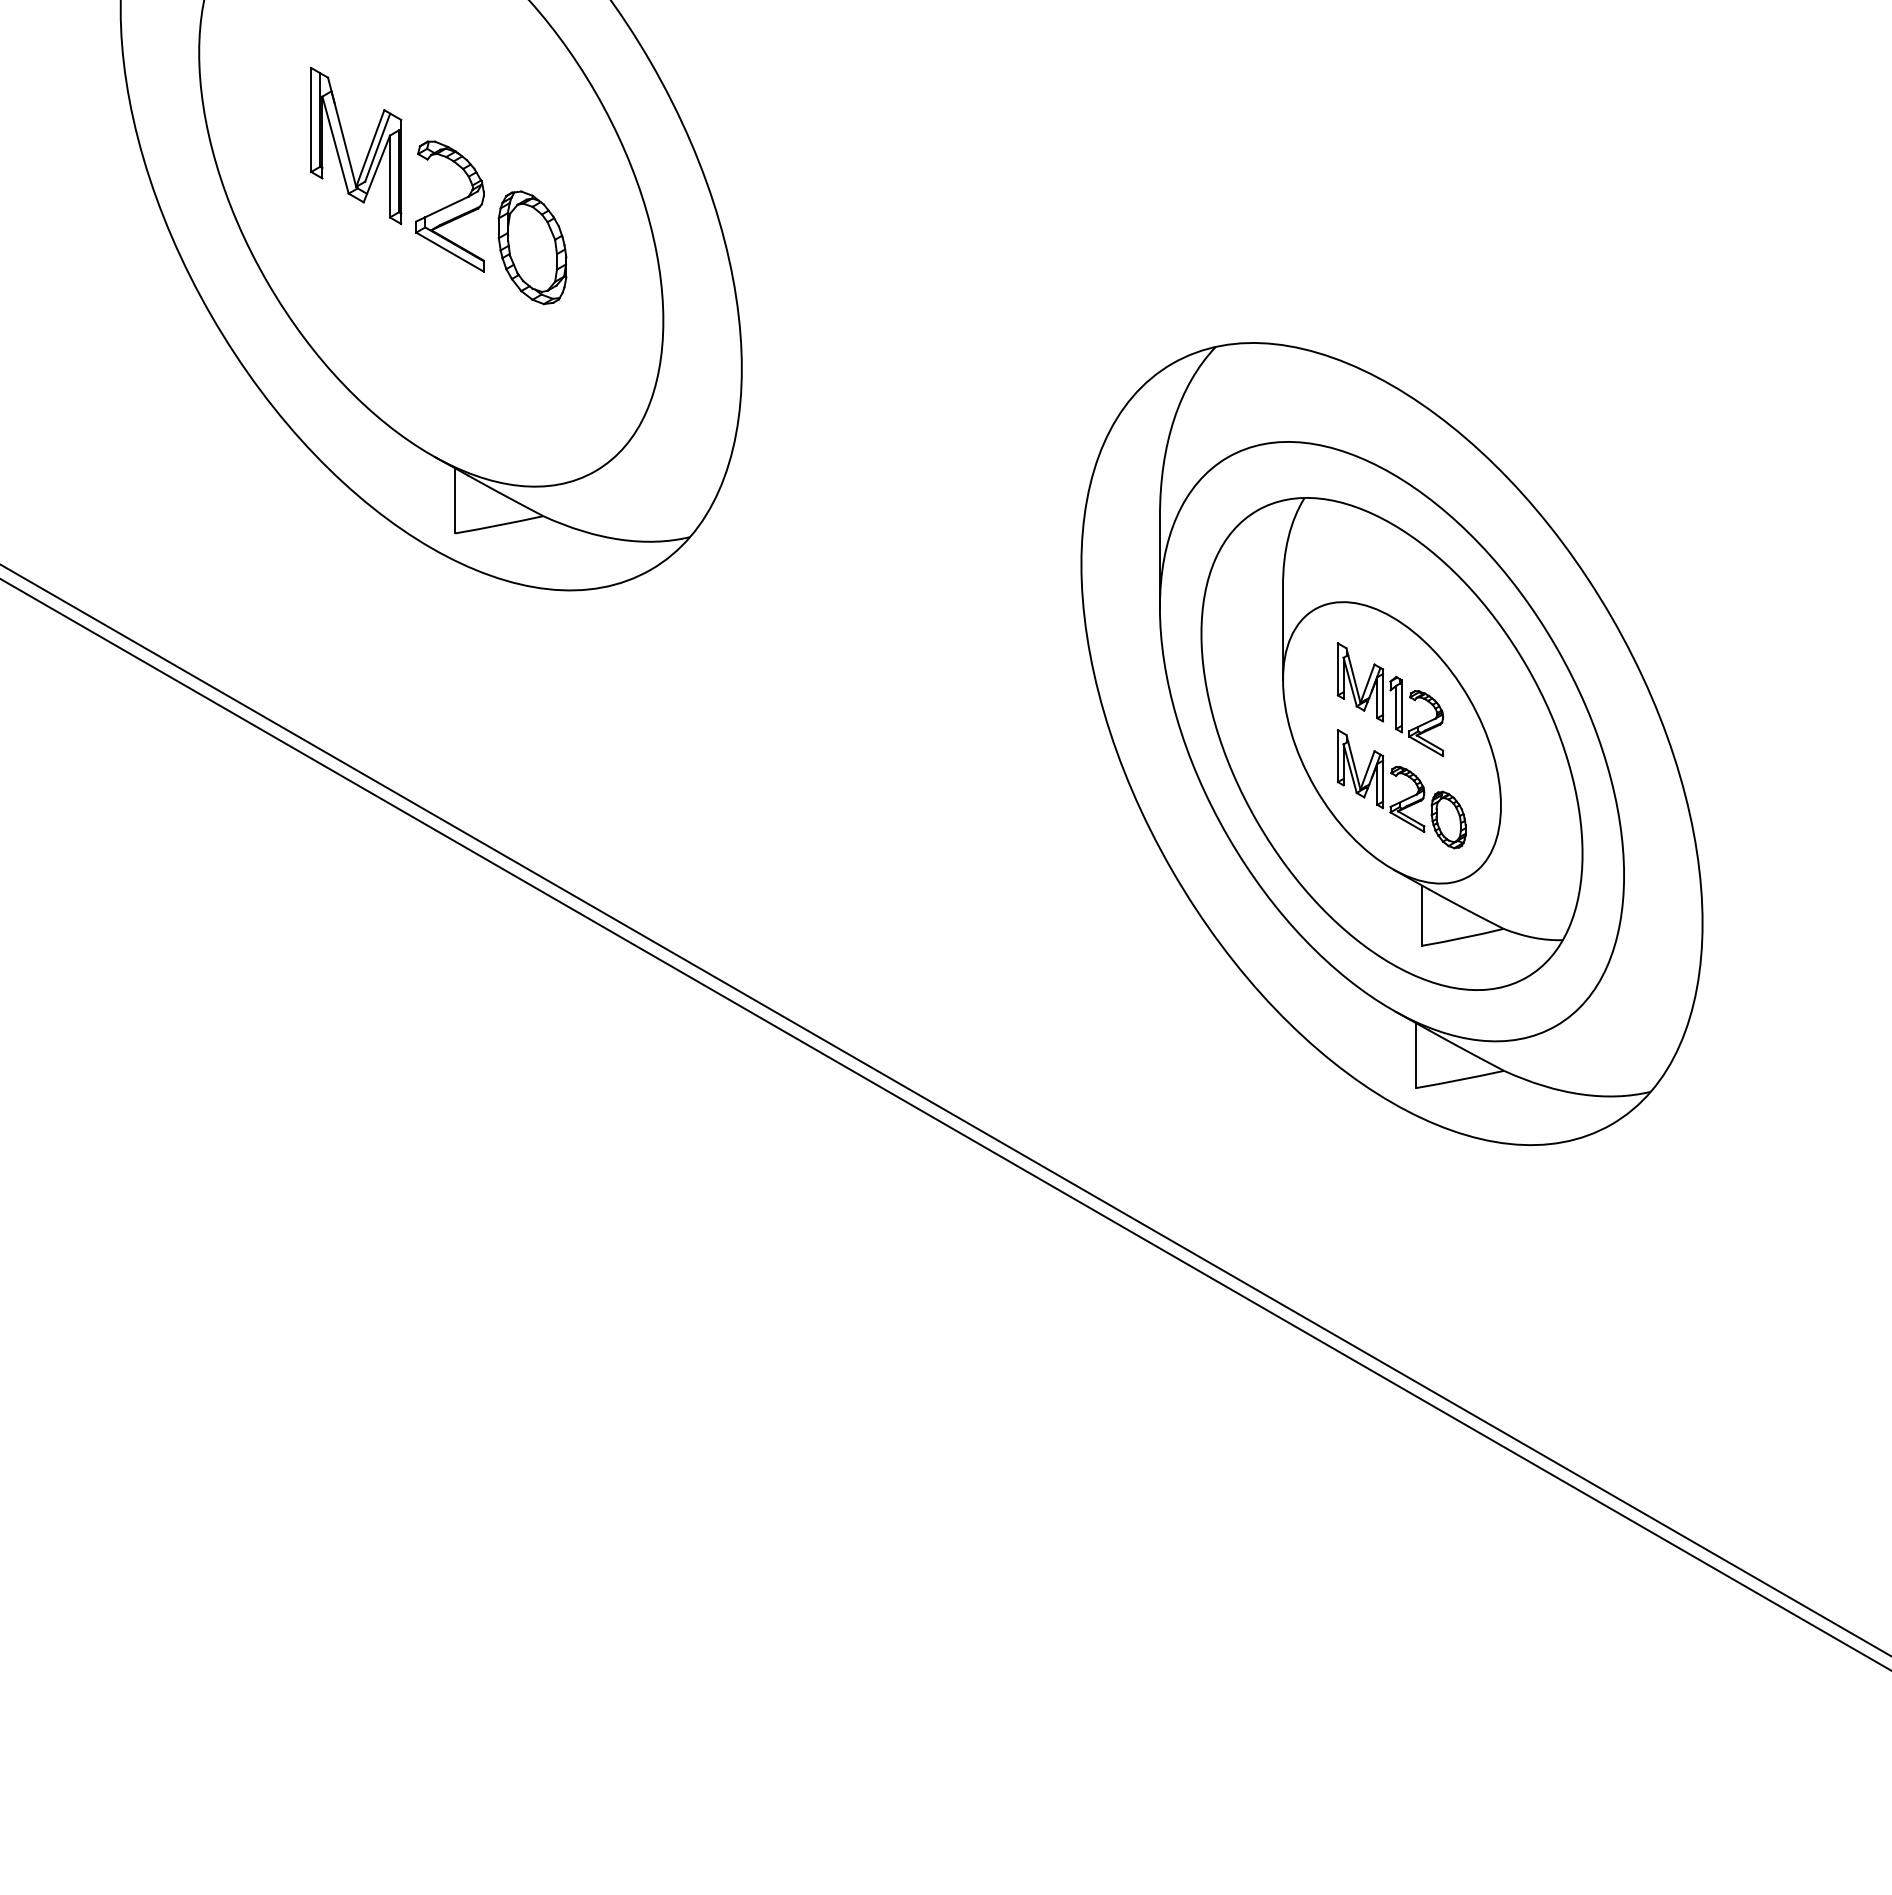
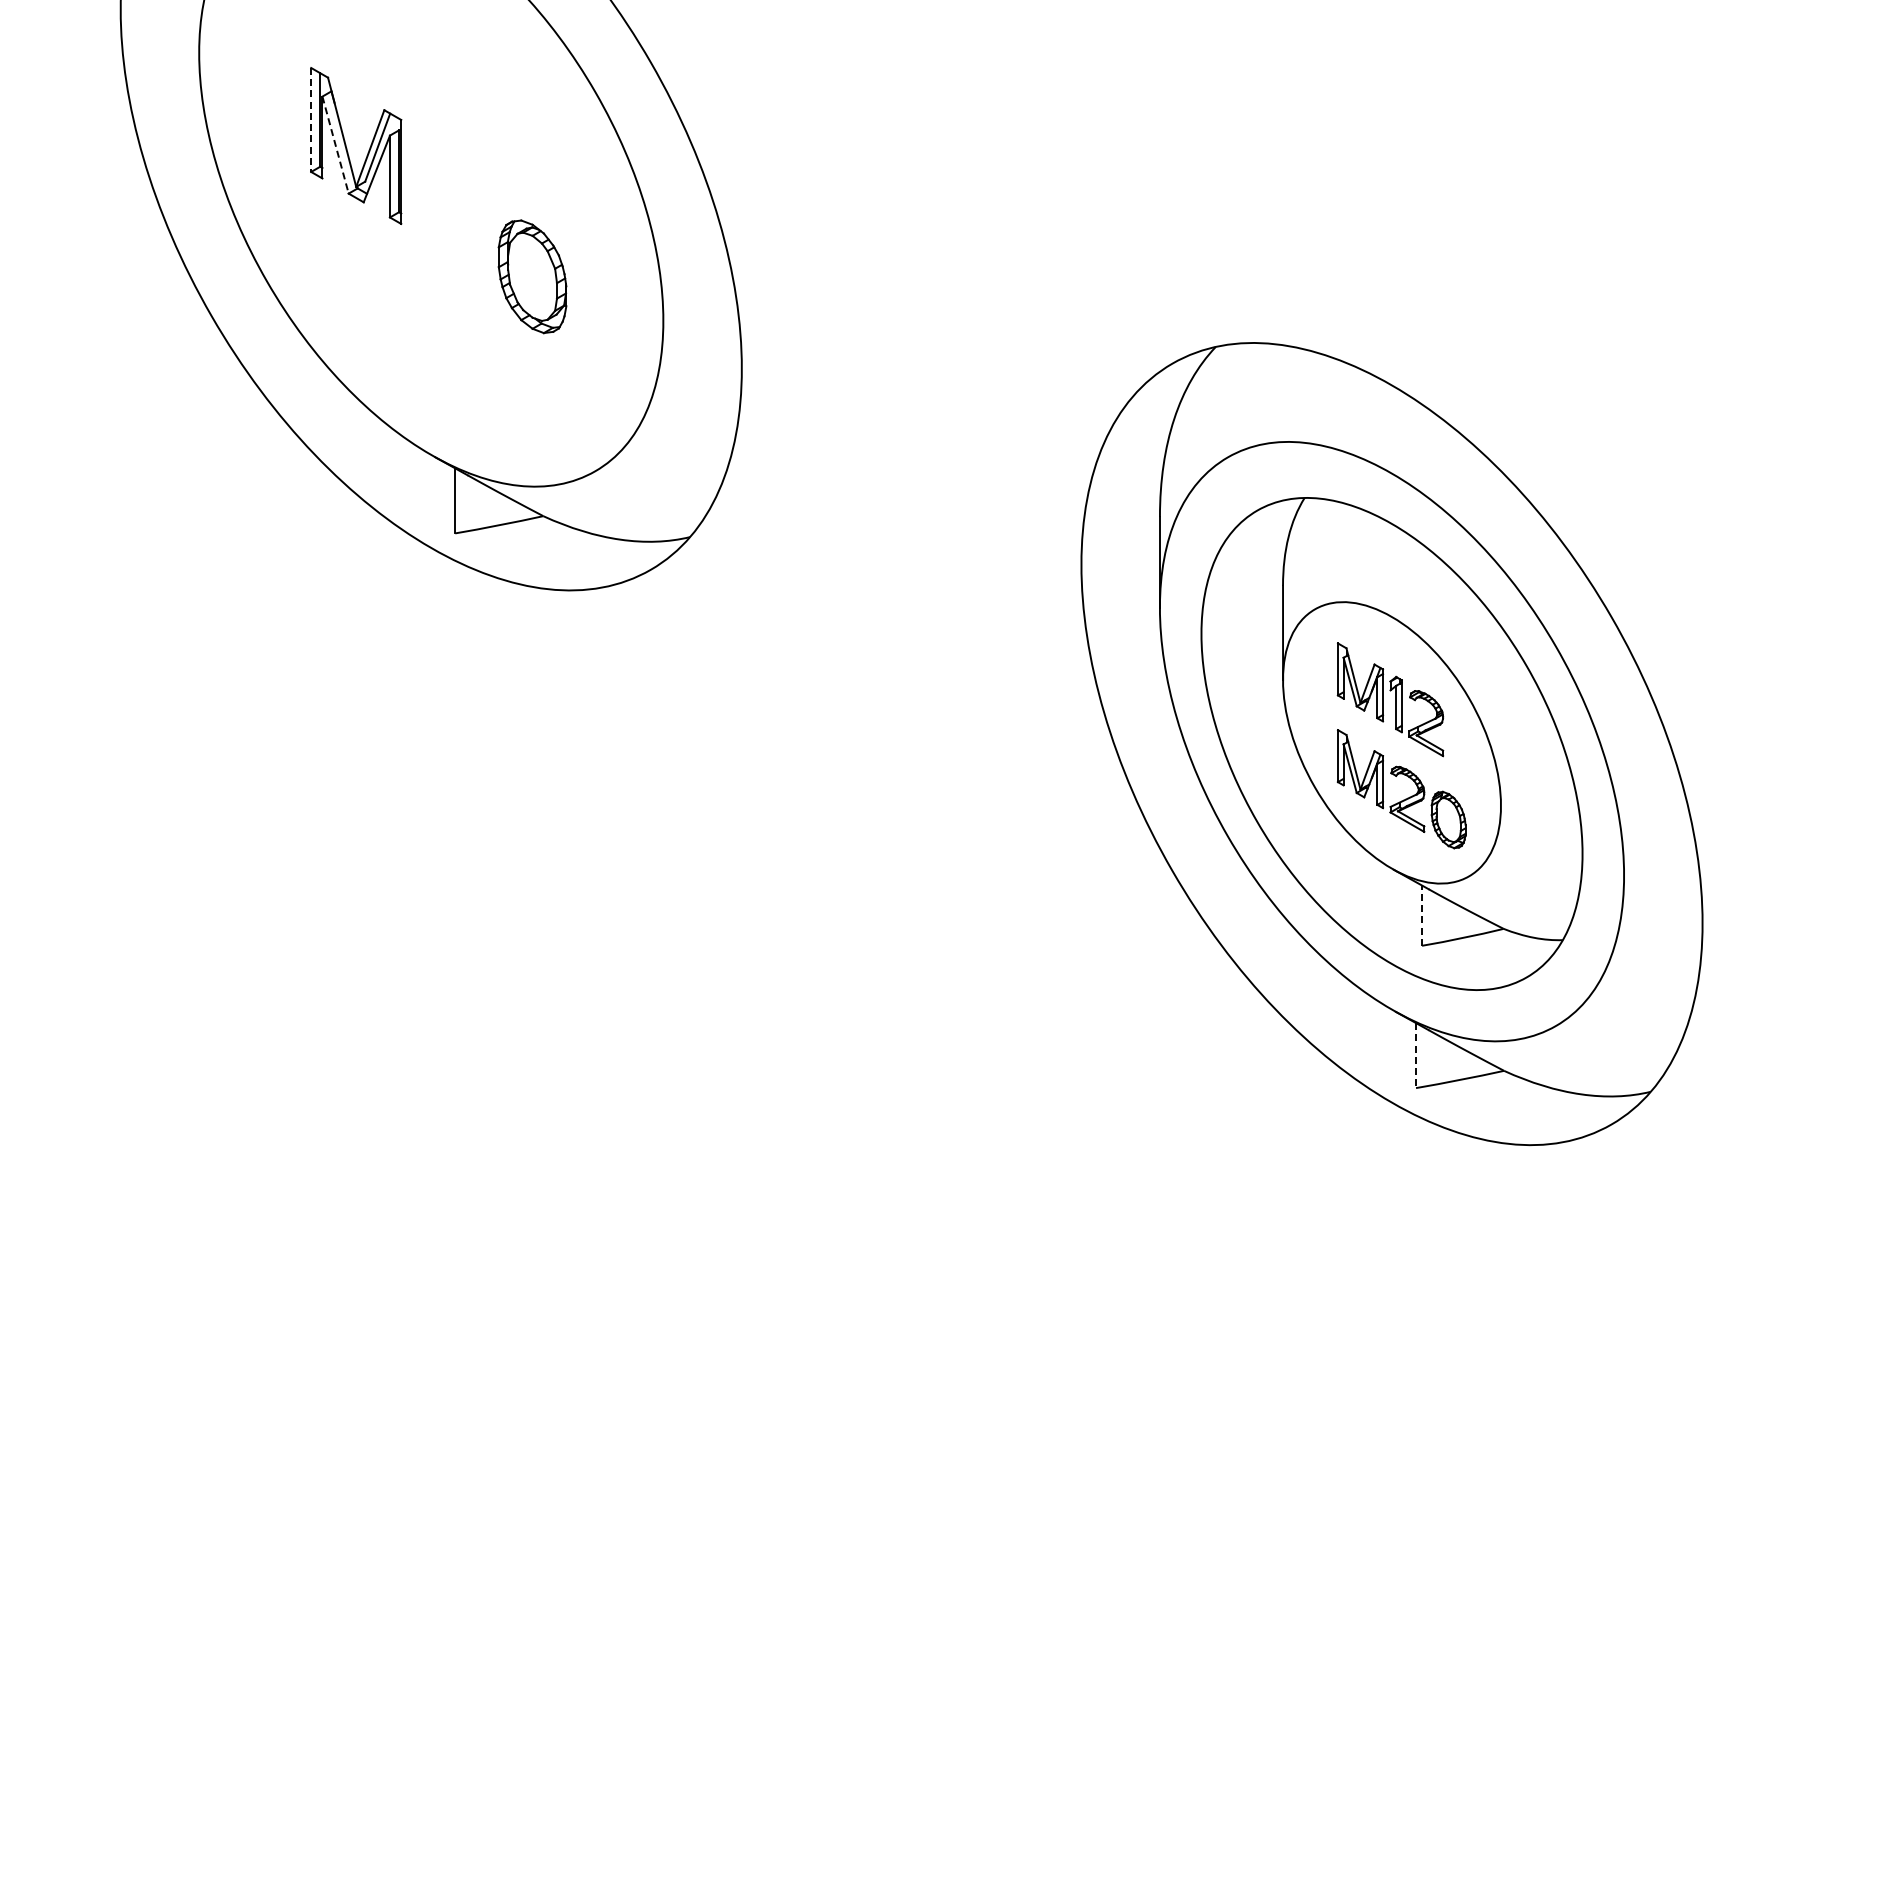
line at (311, 119): solid -> dashed
line at (335, 145): solid -> dashed
part at (449, 206): present -> none
part at (532, 247) position: (532, 247) -> (532, 276)
line at (1422, 915): solid -> dashed
line at (1416, 1055): solid -> dashed
line at (945, 1109): present -> none
line at (945, 1124): present -> none
